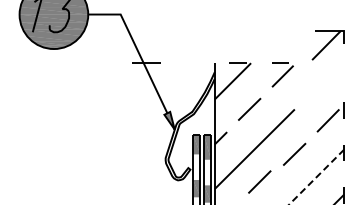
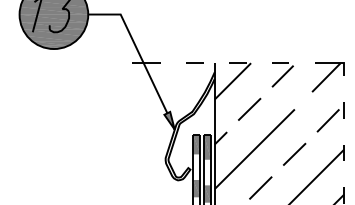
part at (327, 45) position: (327, 45) -> (327, 77)
line at (194, 62): none -> present
line at (316, 177): dashed -> solid
line at (259, 181) position: (259, 181) -> (260, 187)
